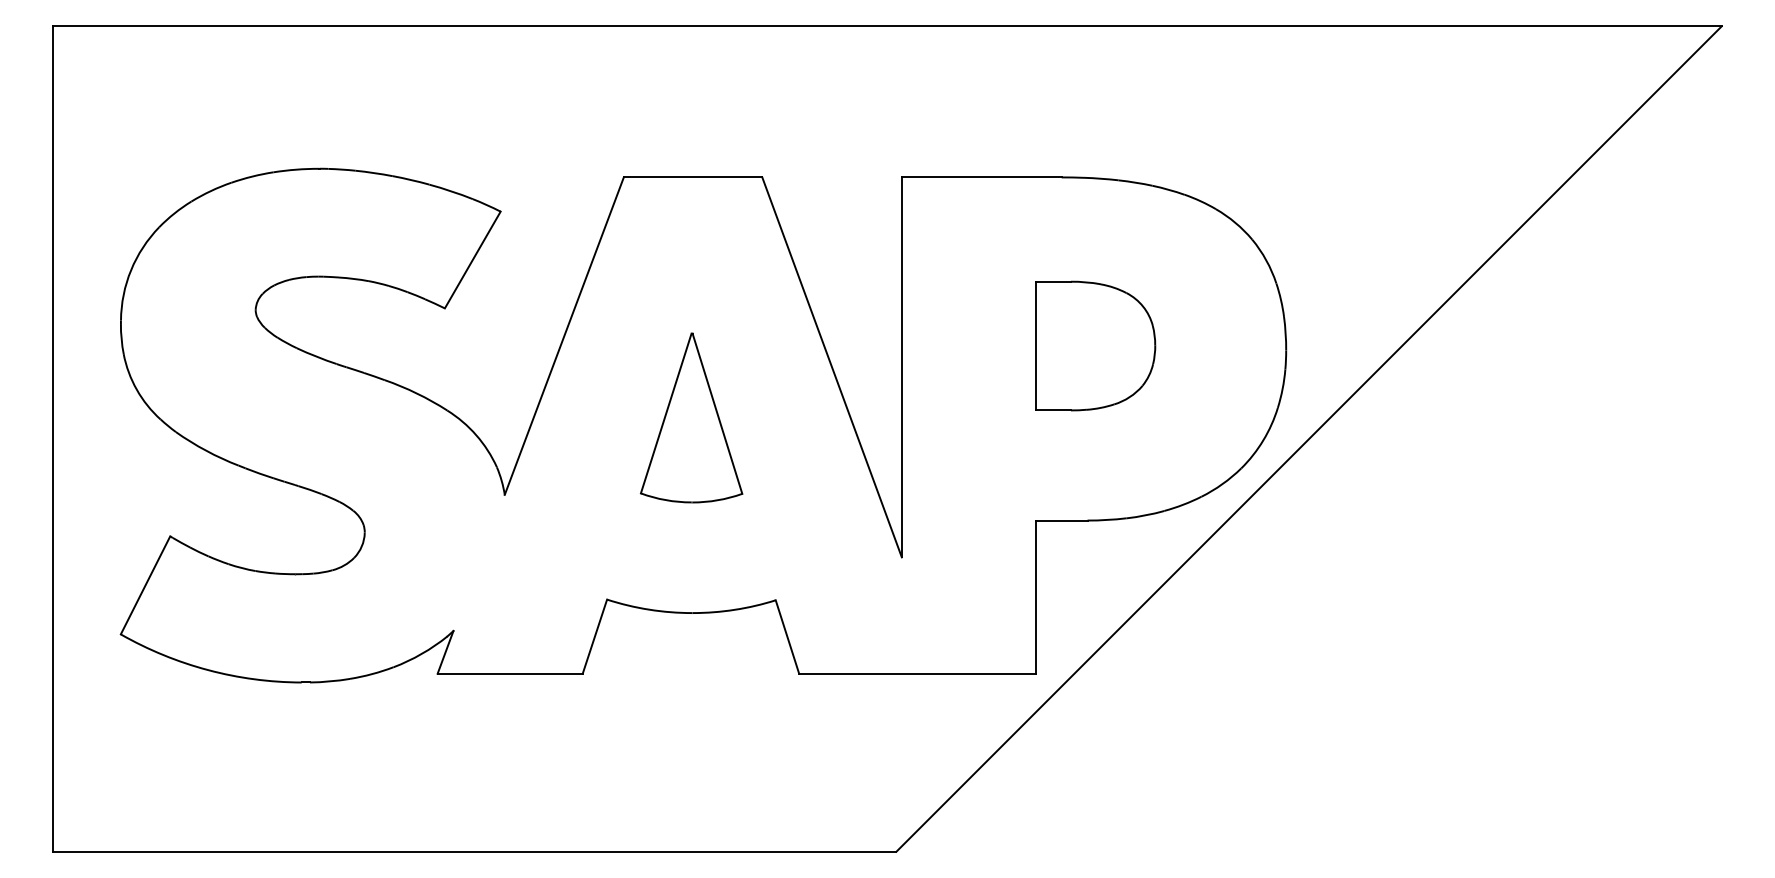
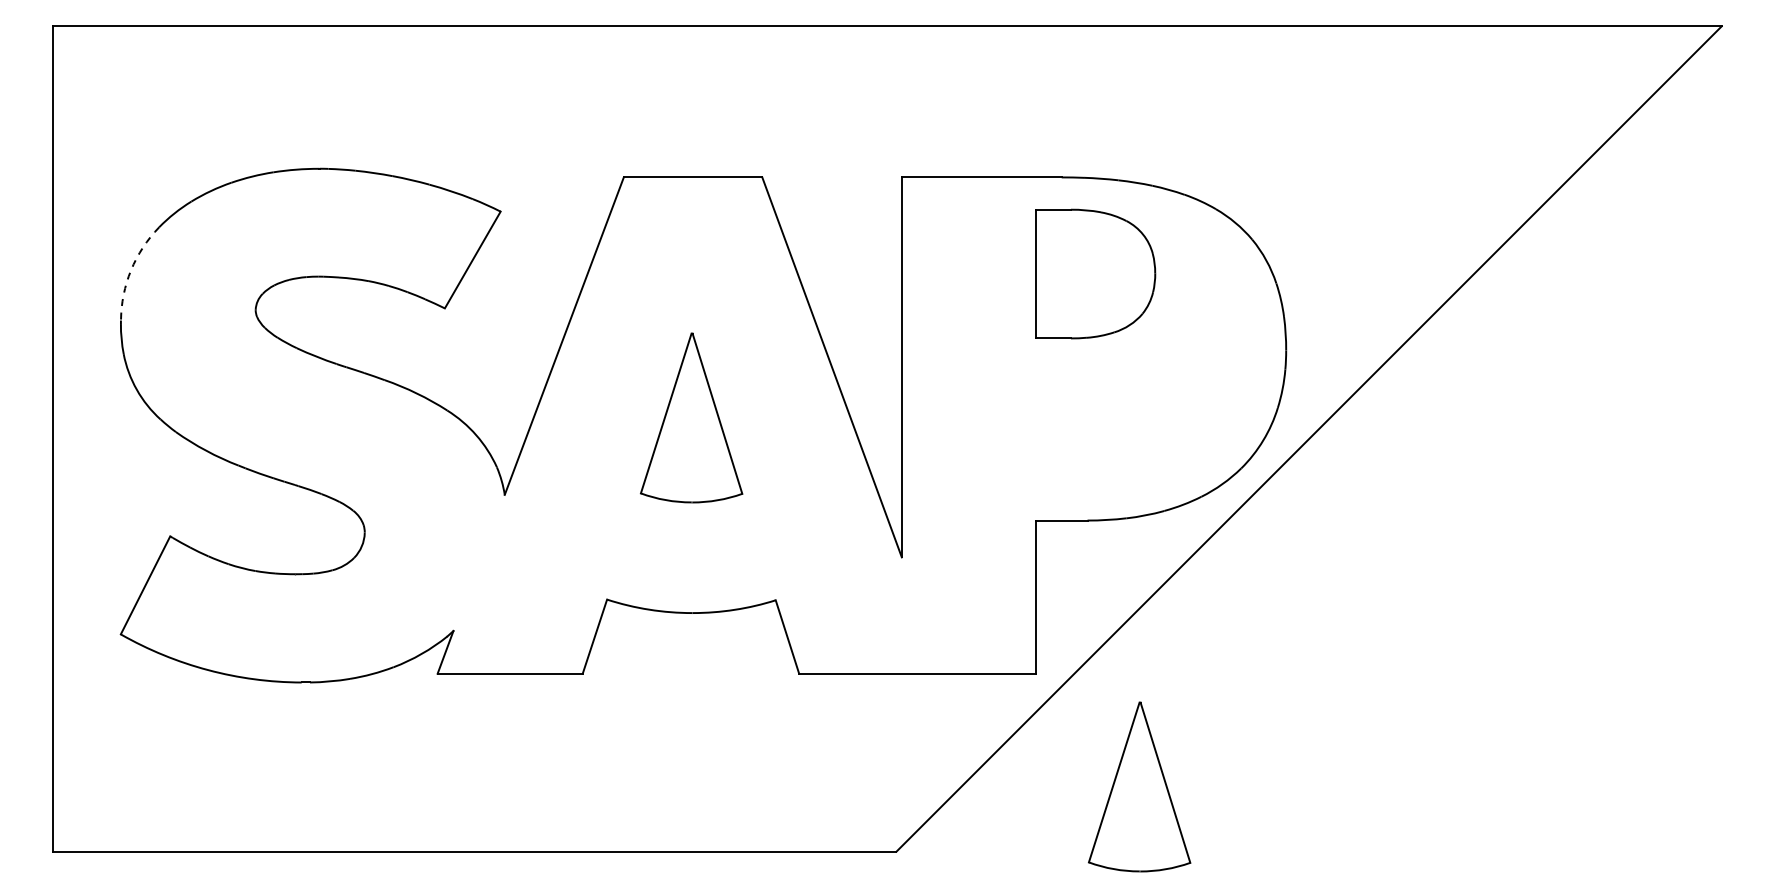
arc at (131, 270): solid -> dashed
part at (1095, 345) position: (1095, 345) -> (1095, 273)
part at (1139, 786): none -> present
